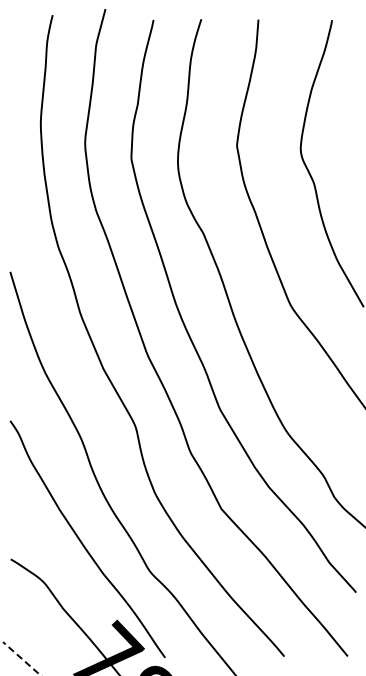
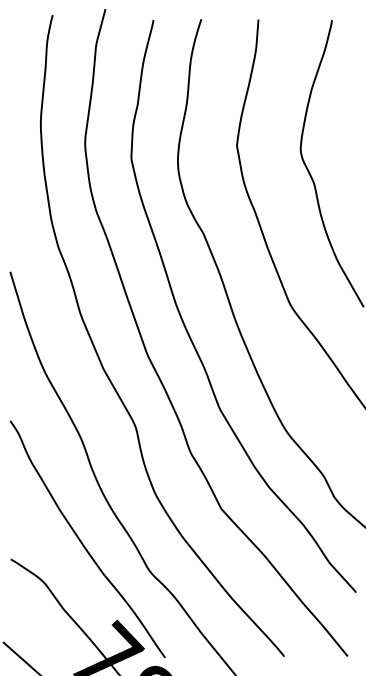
line at (21, 658): dashed -> solid
